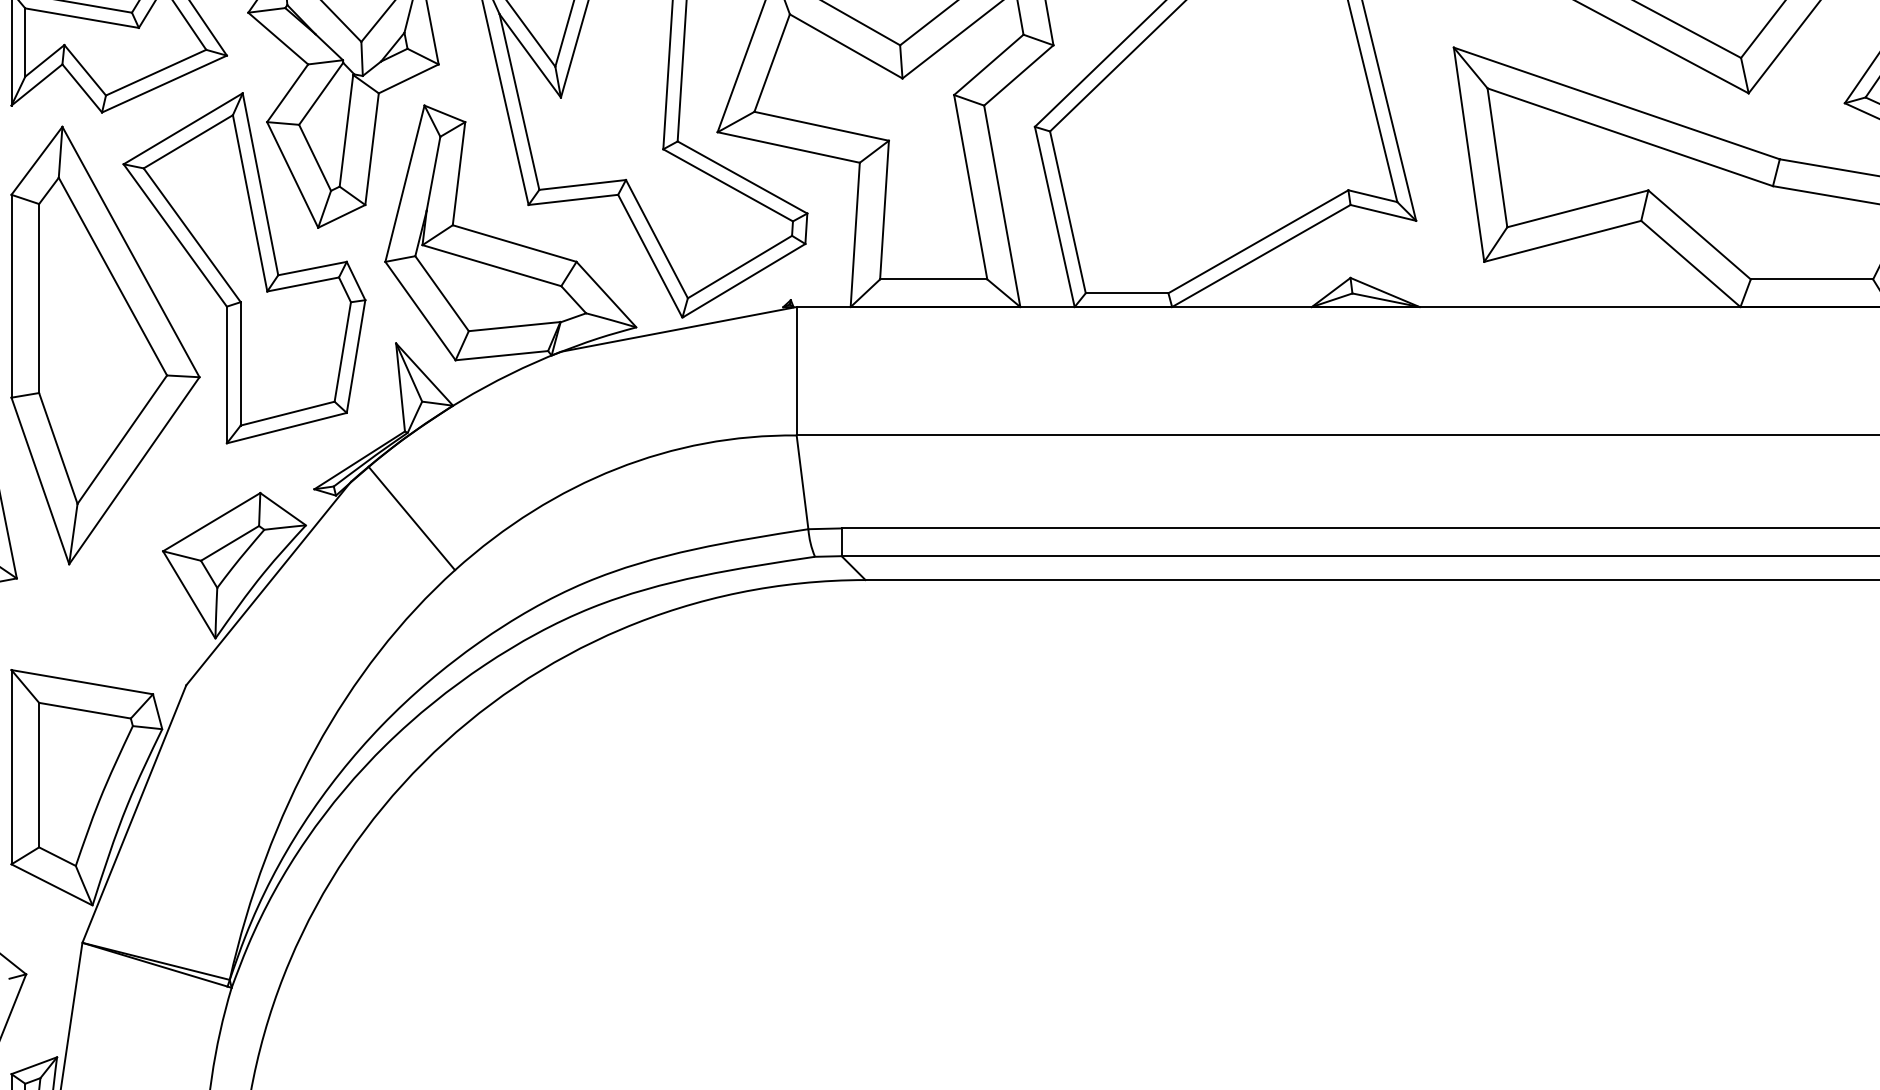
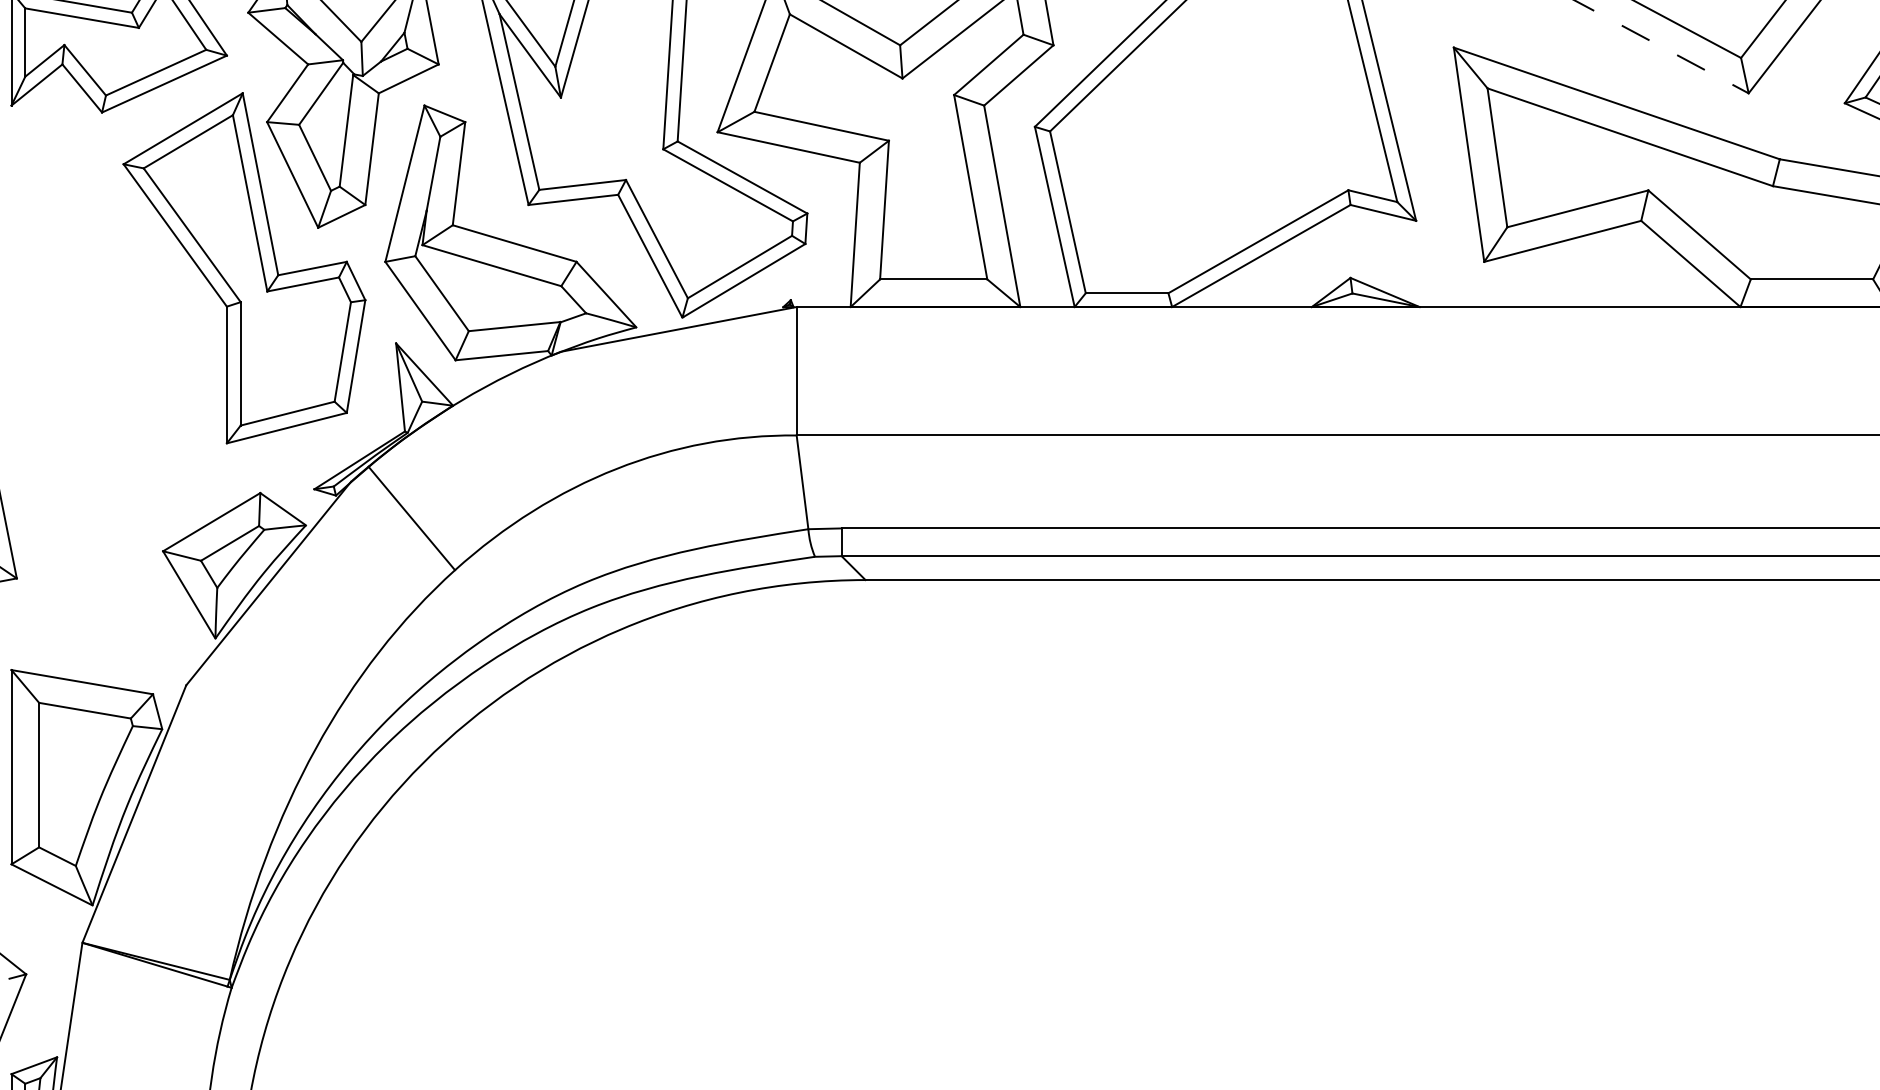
line at (1661, 46): solid -> dashed
part at (105, 345): present -> none
